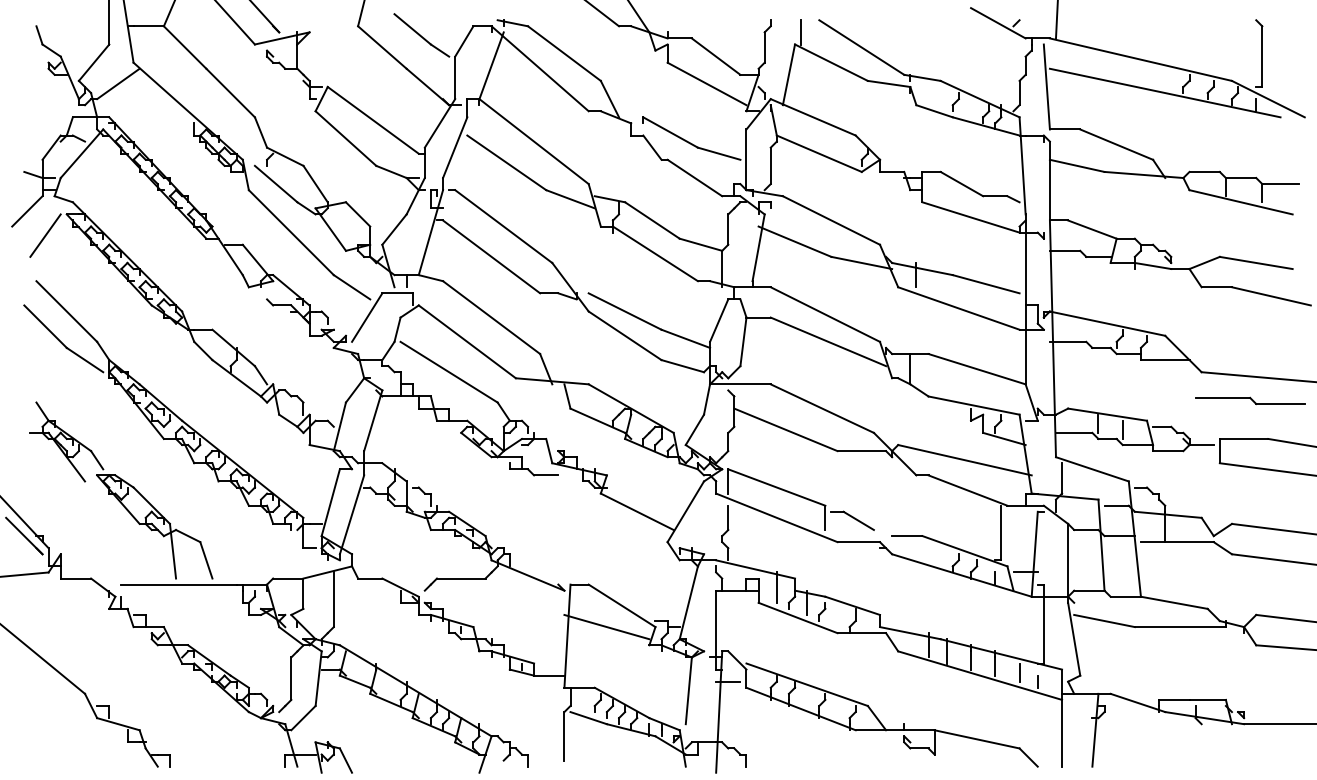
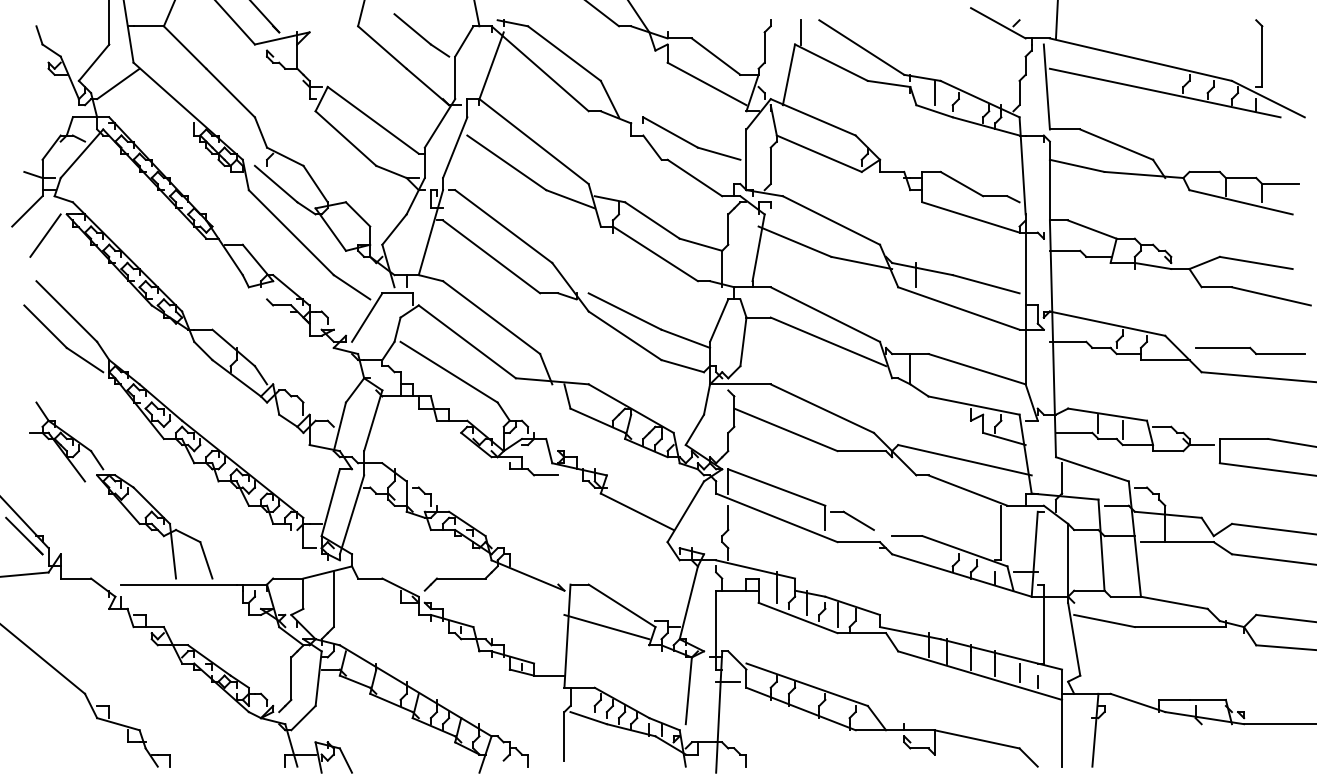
line at (476, 14): none -> present
line at (934, 92): none -> present
part at (1250, 400) position: (1250, 400) -> (1250, 350)
line at (837, 614): none -> present
